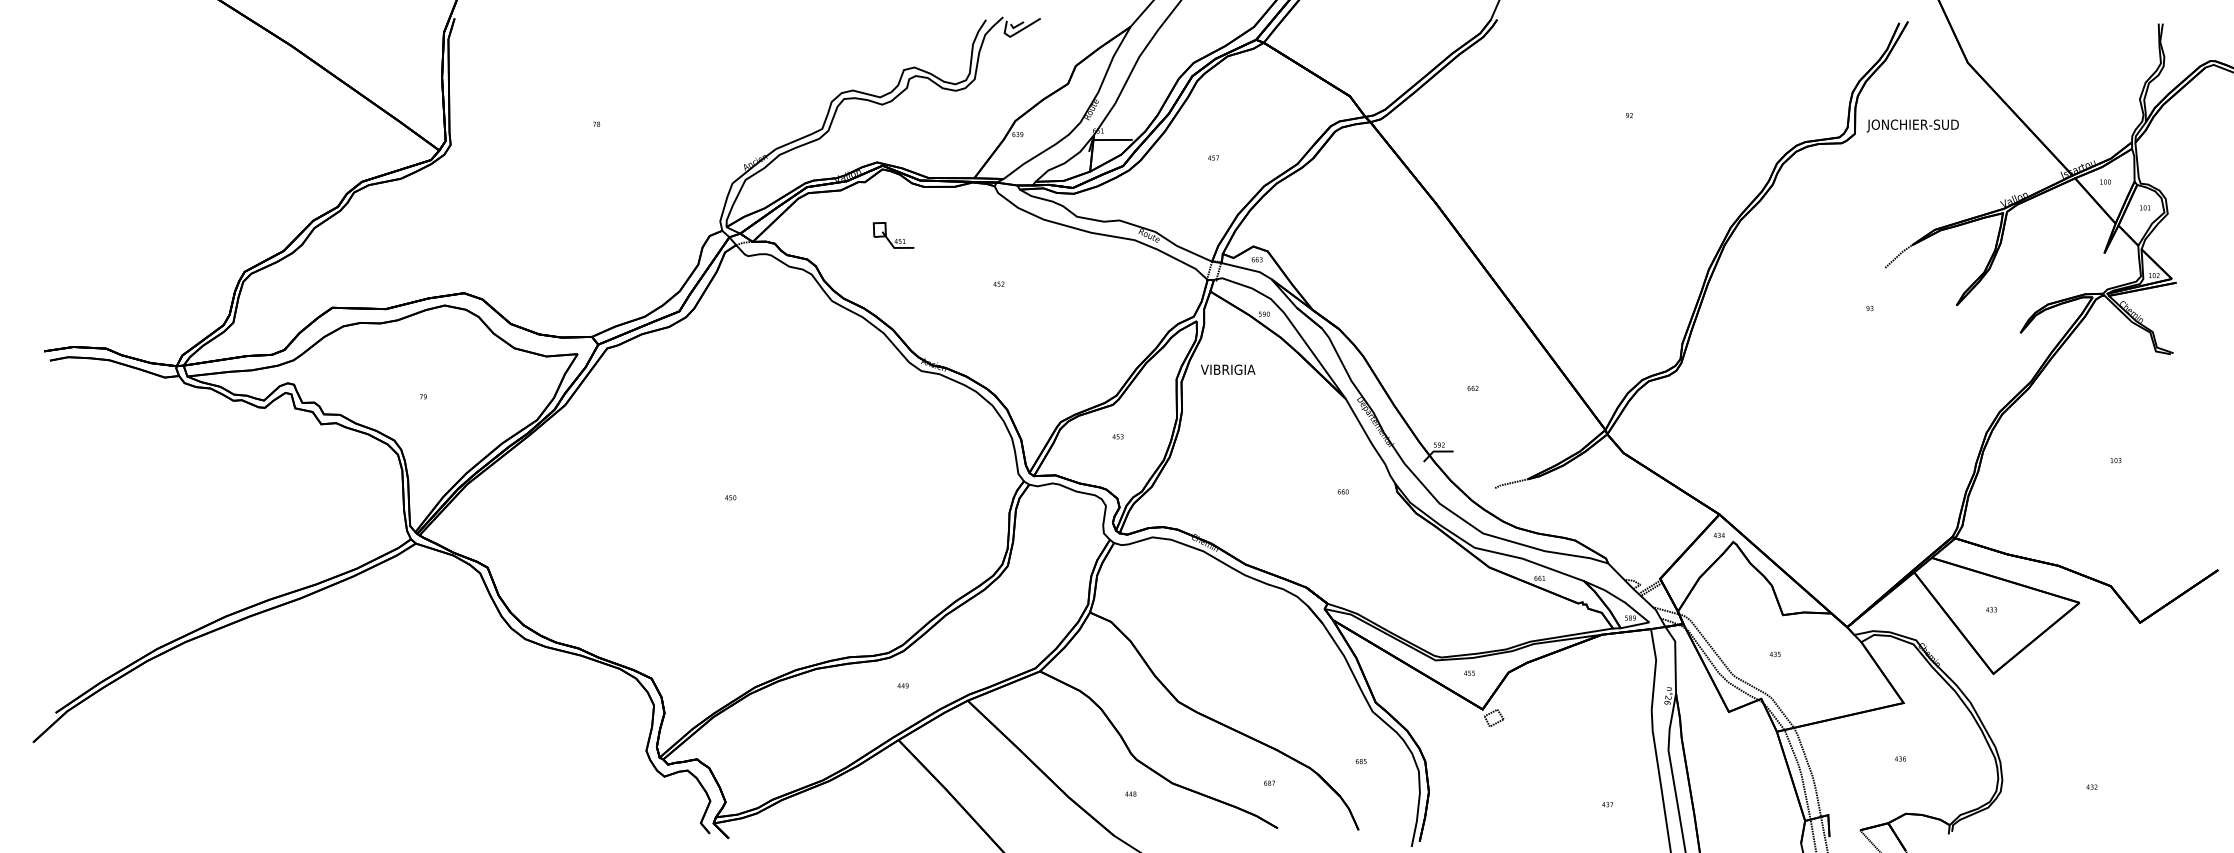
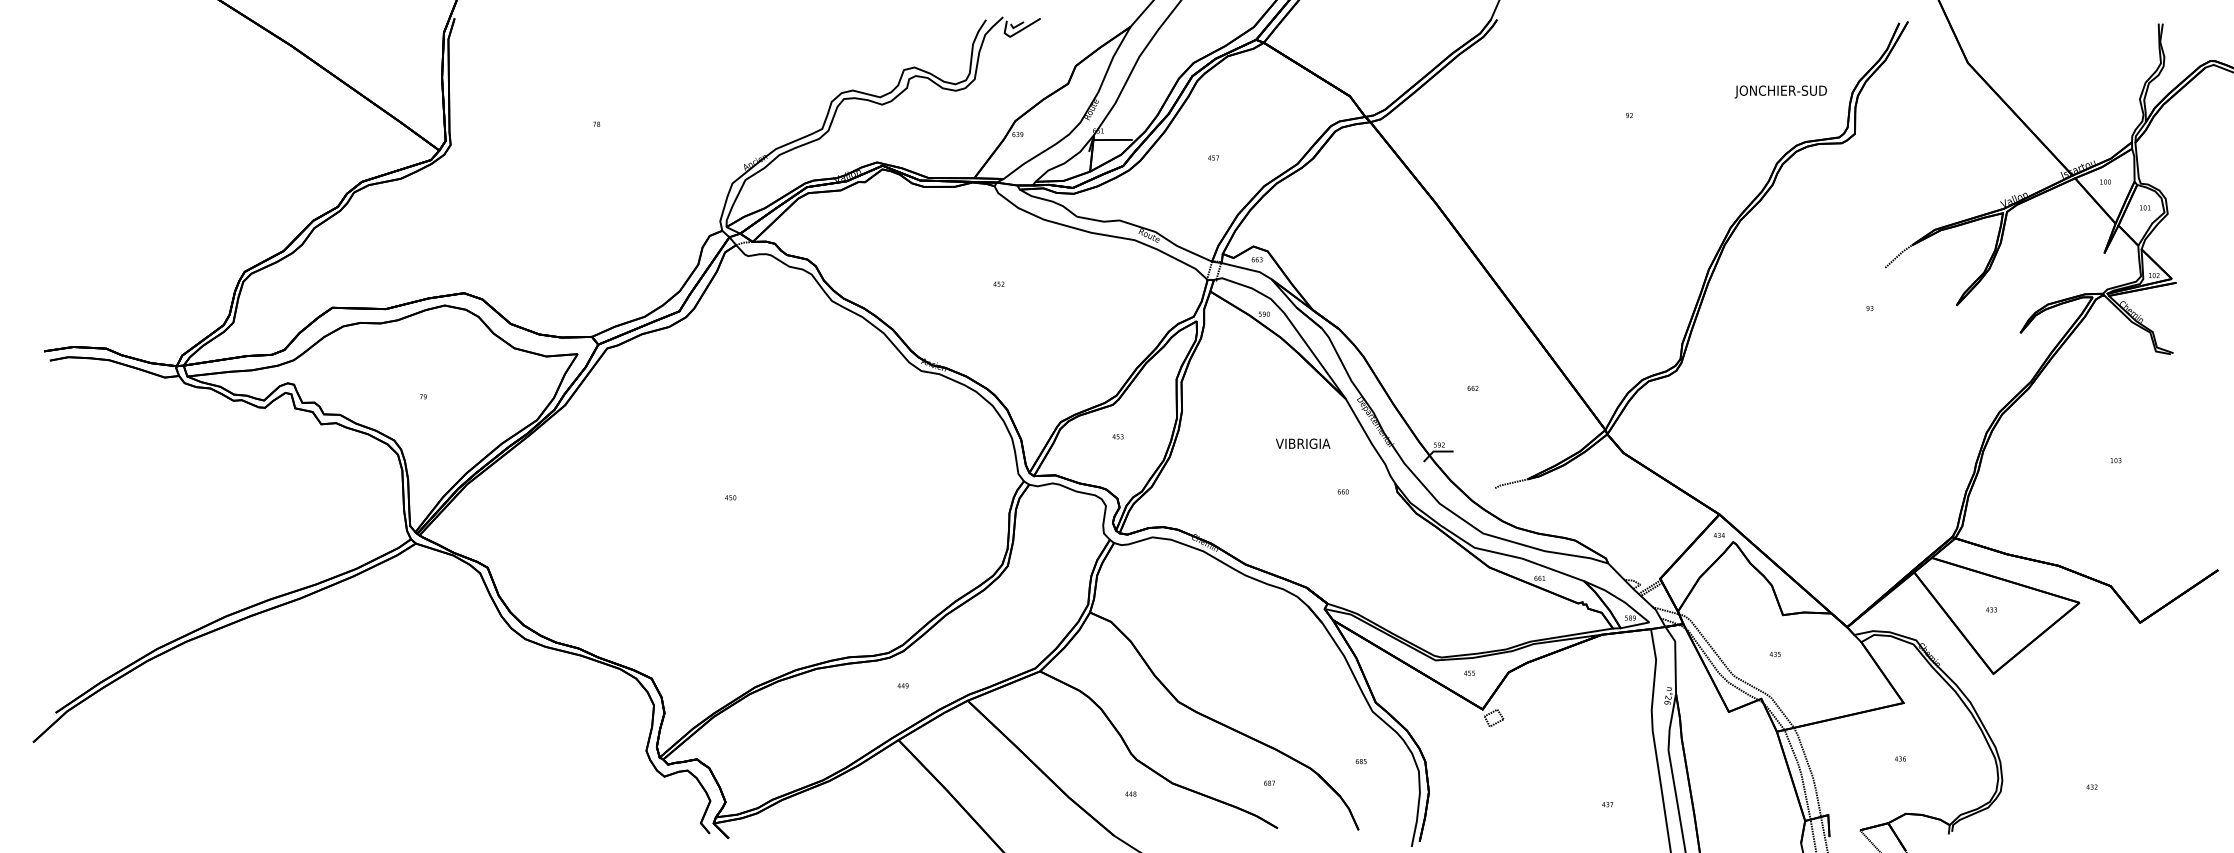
text at (1912, 125) position: (1912, 125) -> (1780, 91)
part at (893, 235): present -> none
text at (1228, 369) position: (1228, 369) -> (1303, 443)
